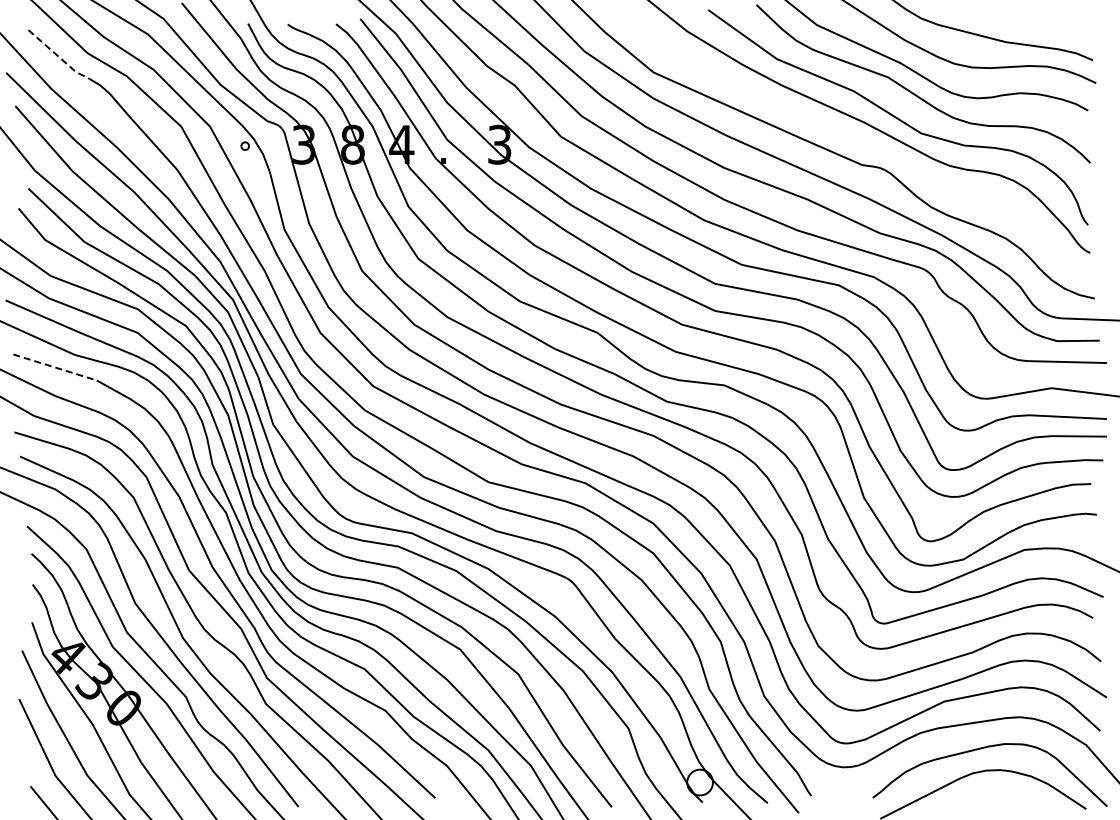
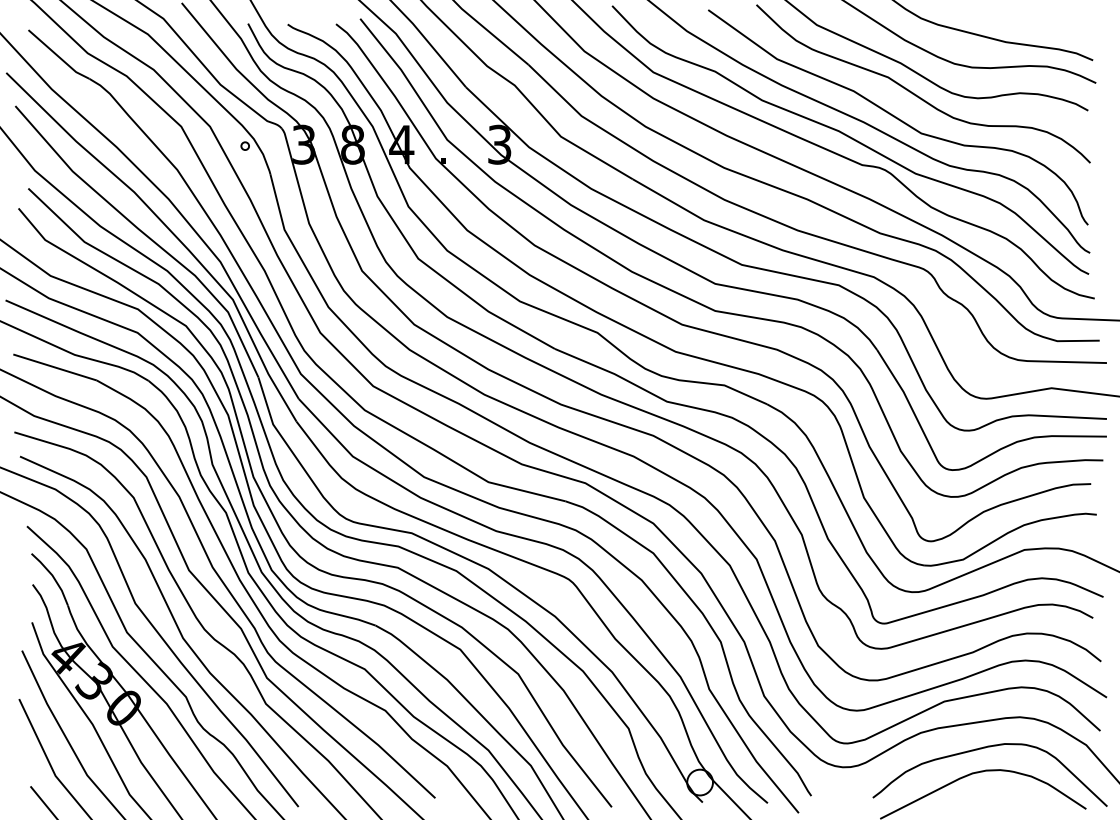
line at (58, 56): dashed -> solid
curve at (850, 138): none -> present
line at (55, 367): dashed -> solid
